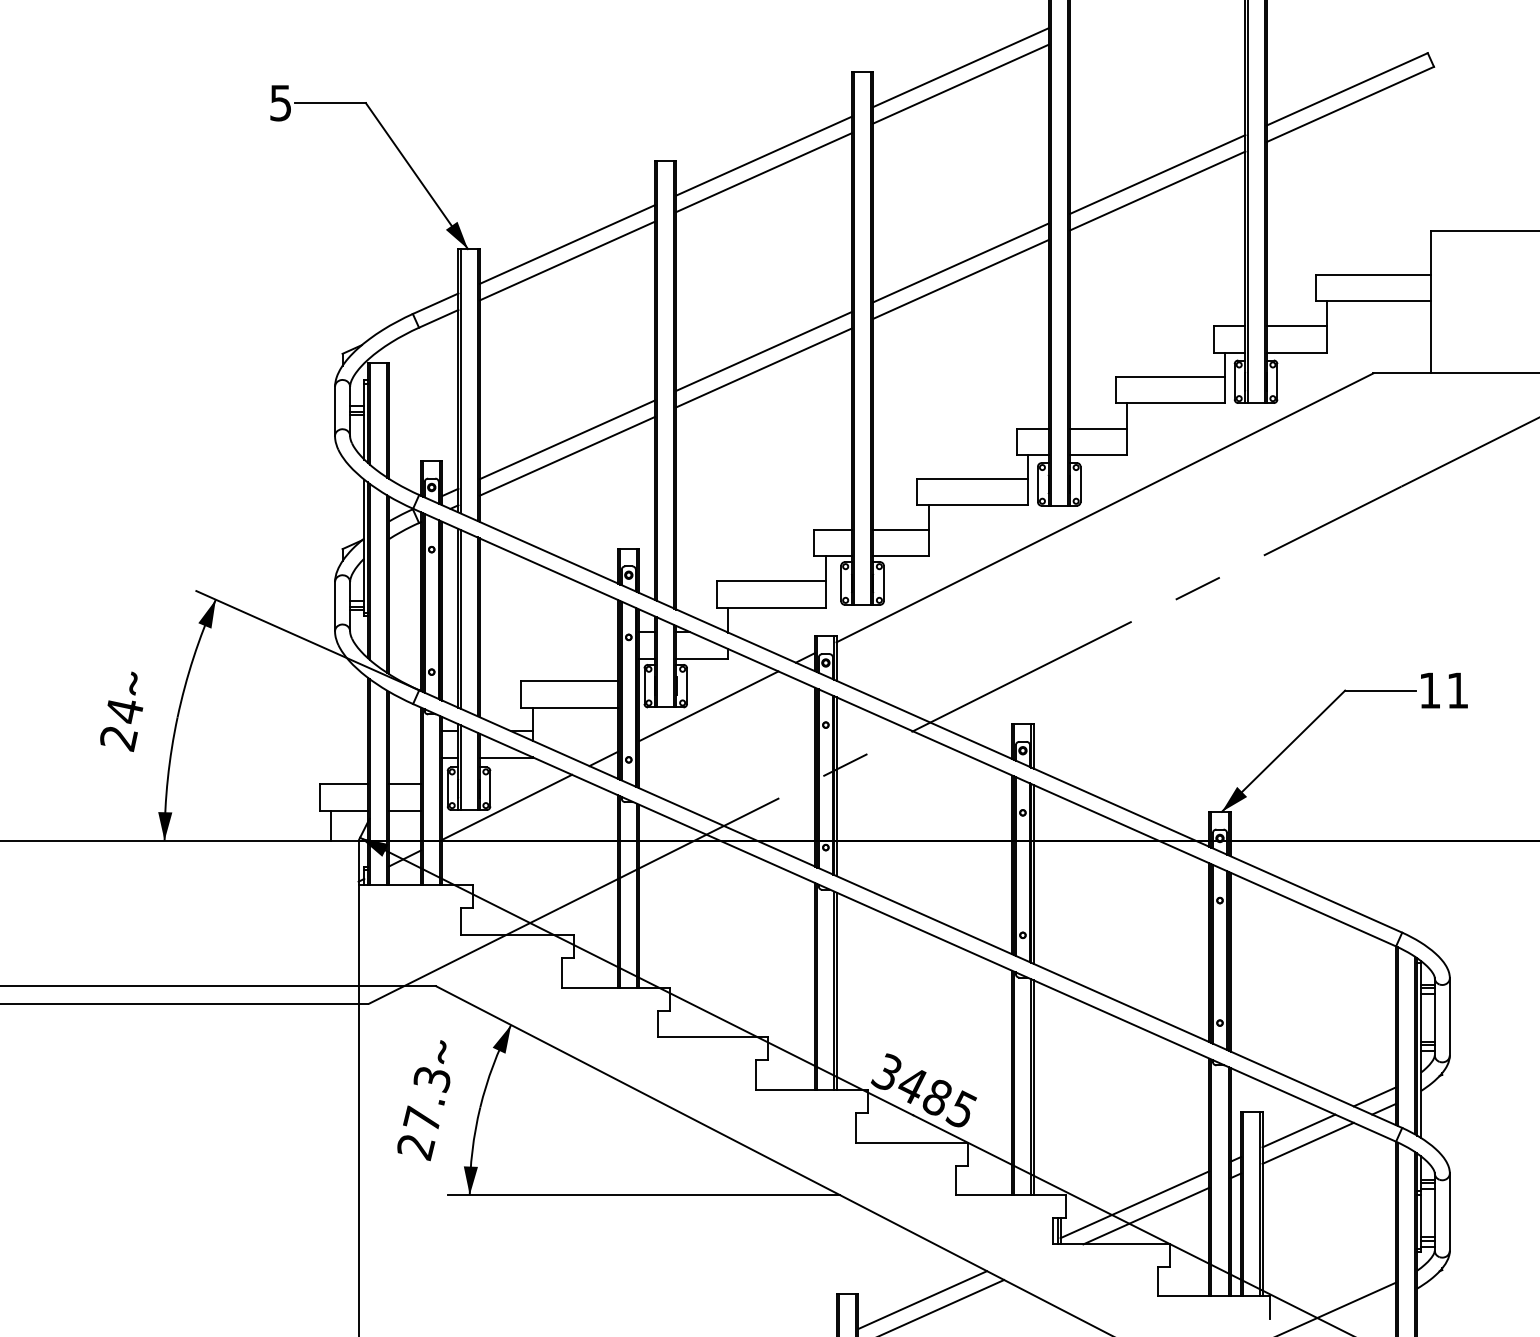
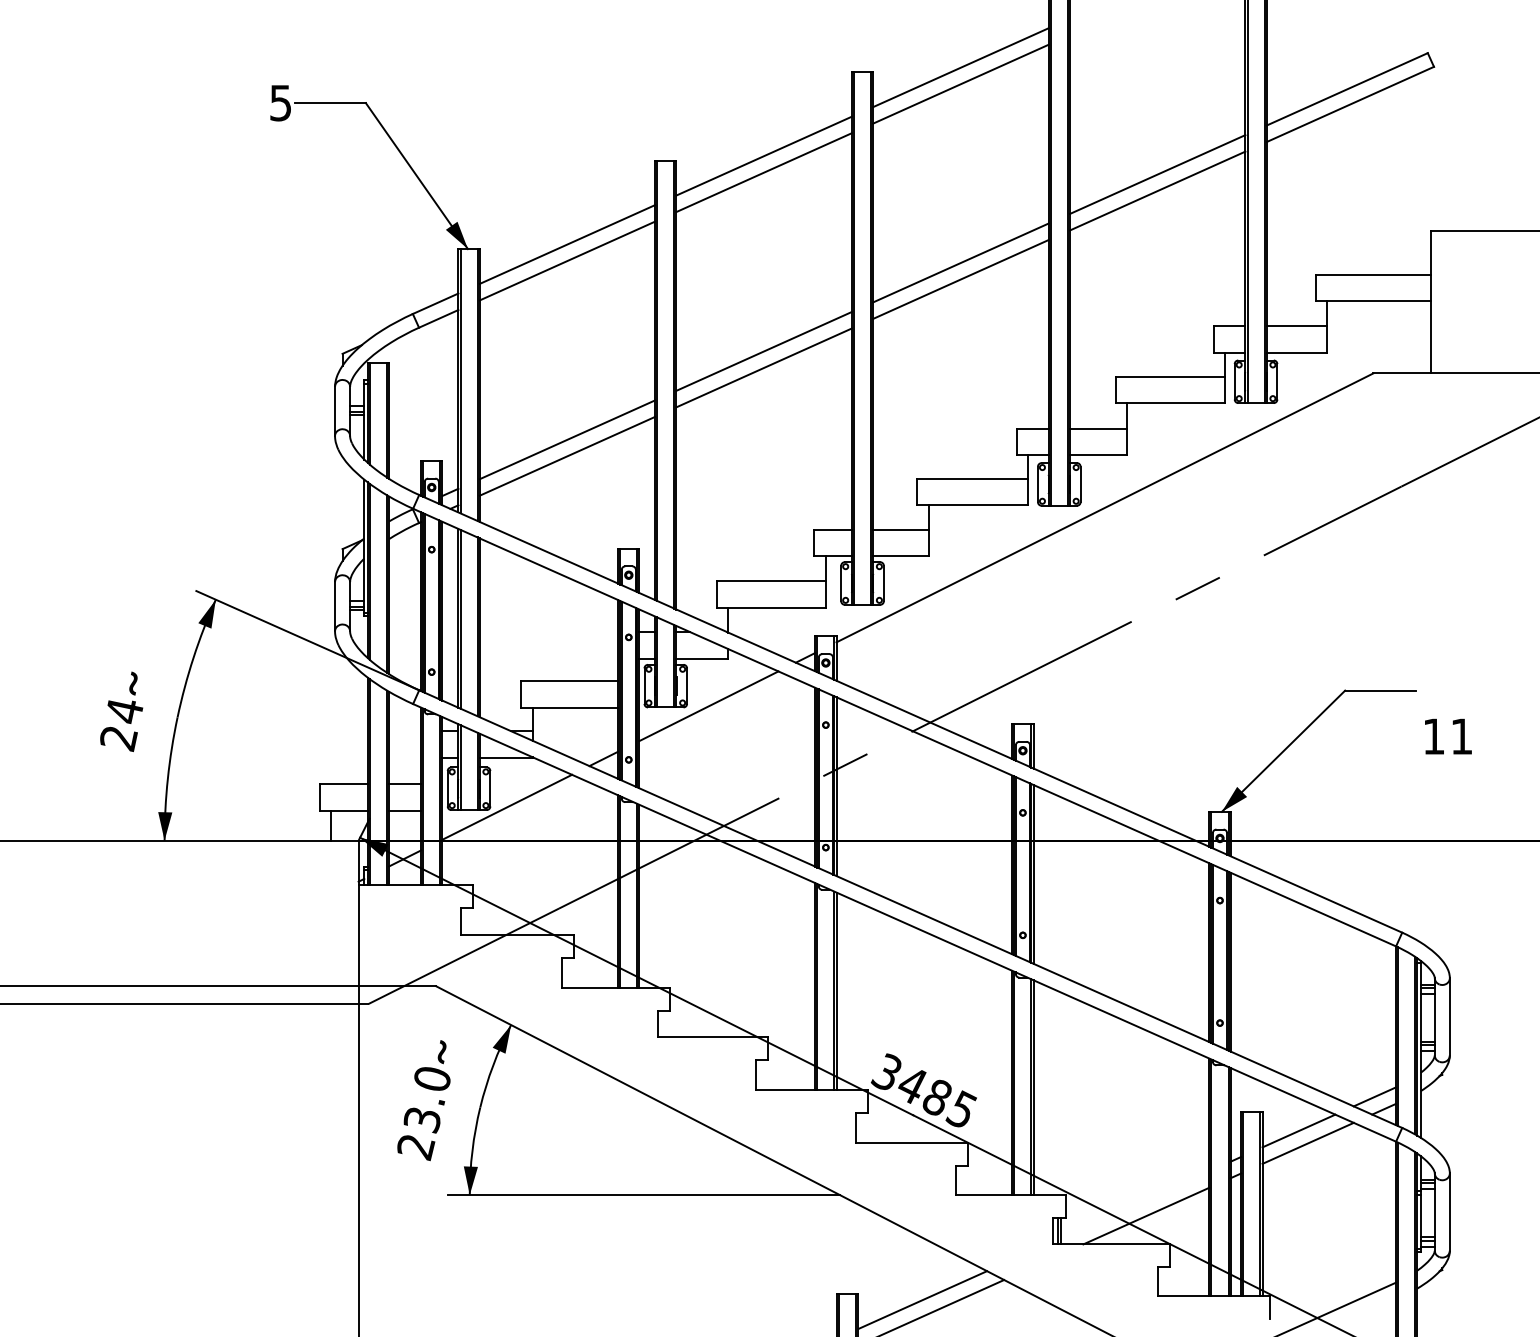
text at (1444, 690) position: (1444, 690) -> (1448, 736)
text at (426, 1100): 27.3 -> 23.0
line at (1134, 1204): present -> none
